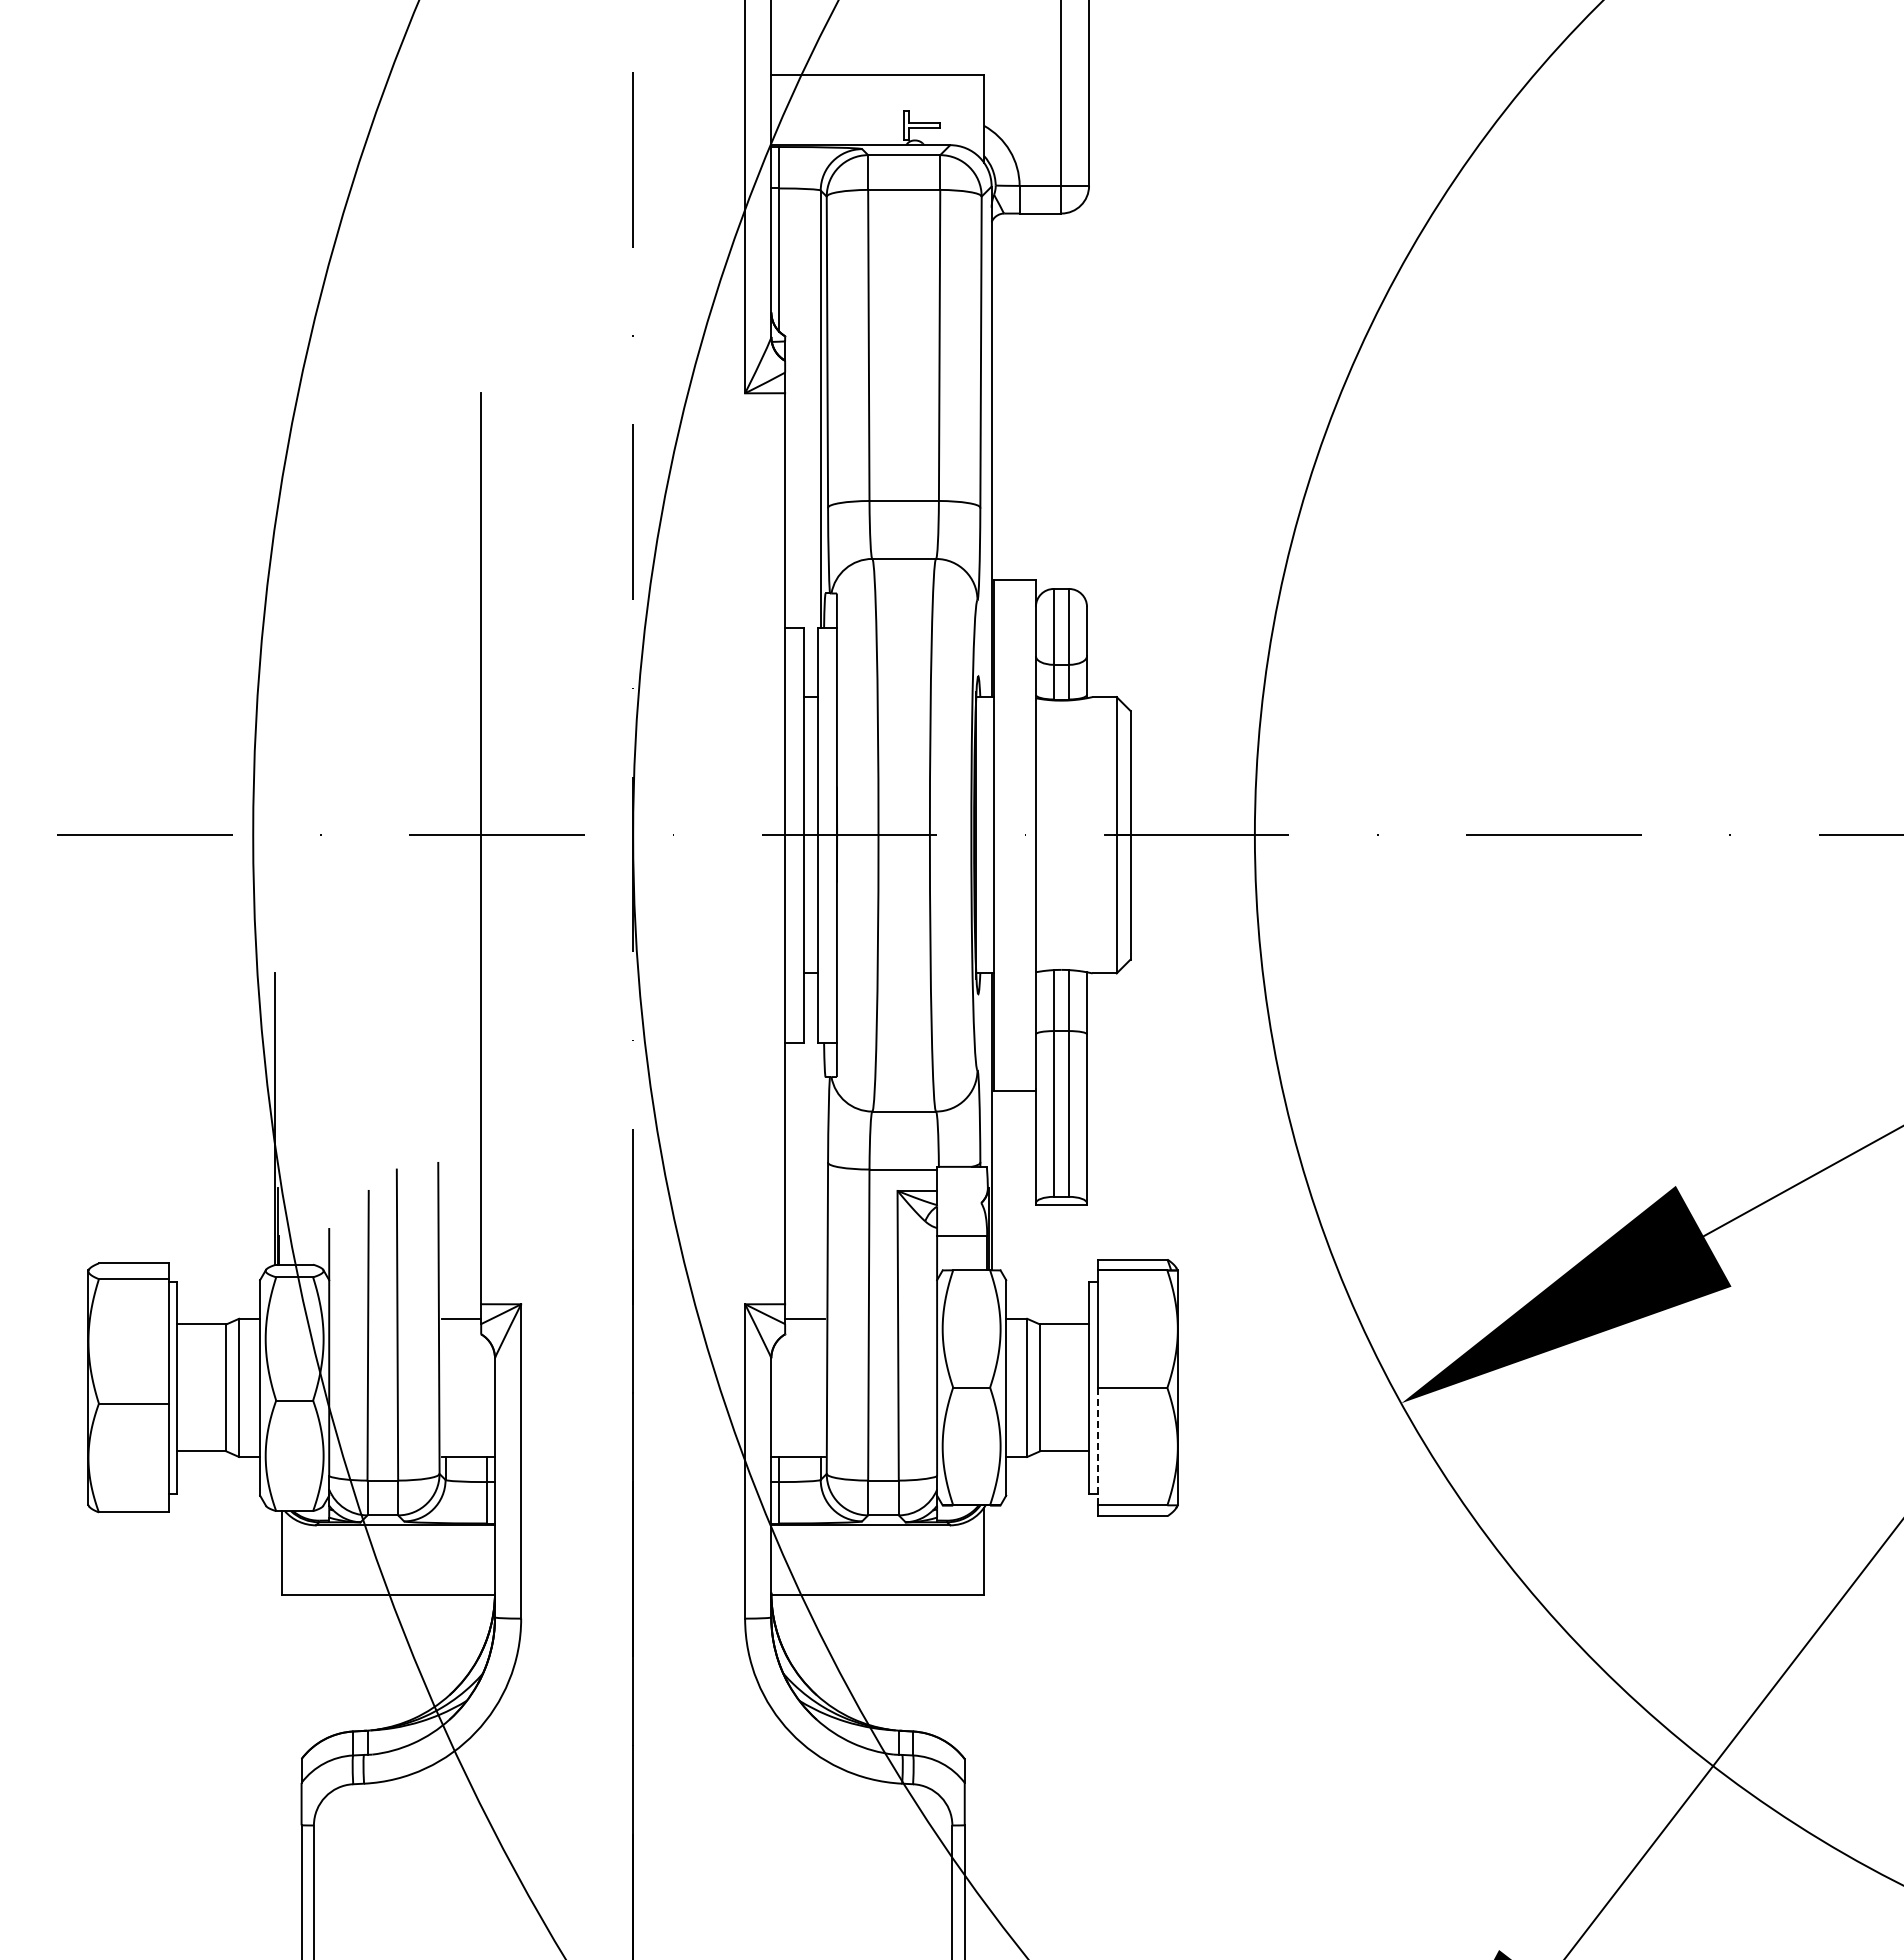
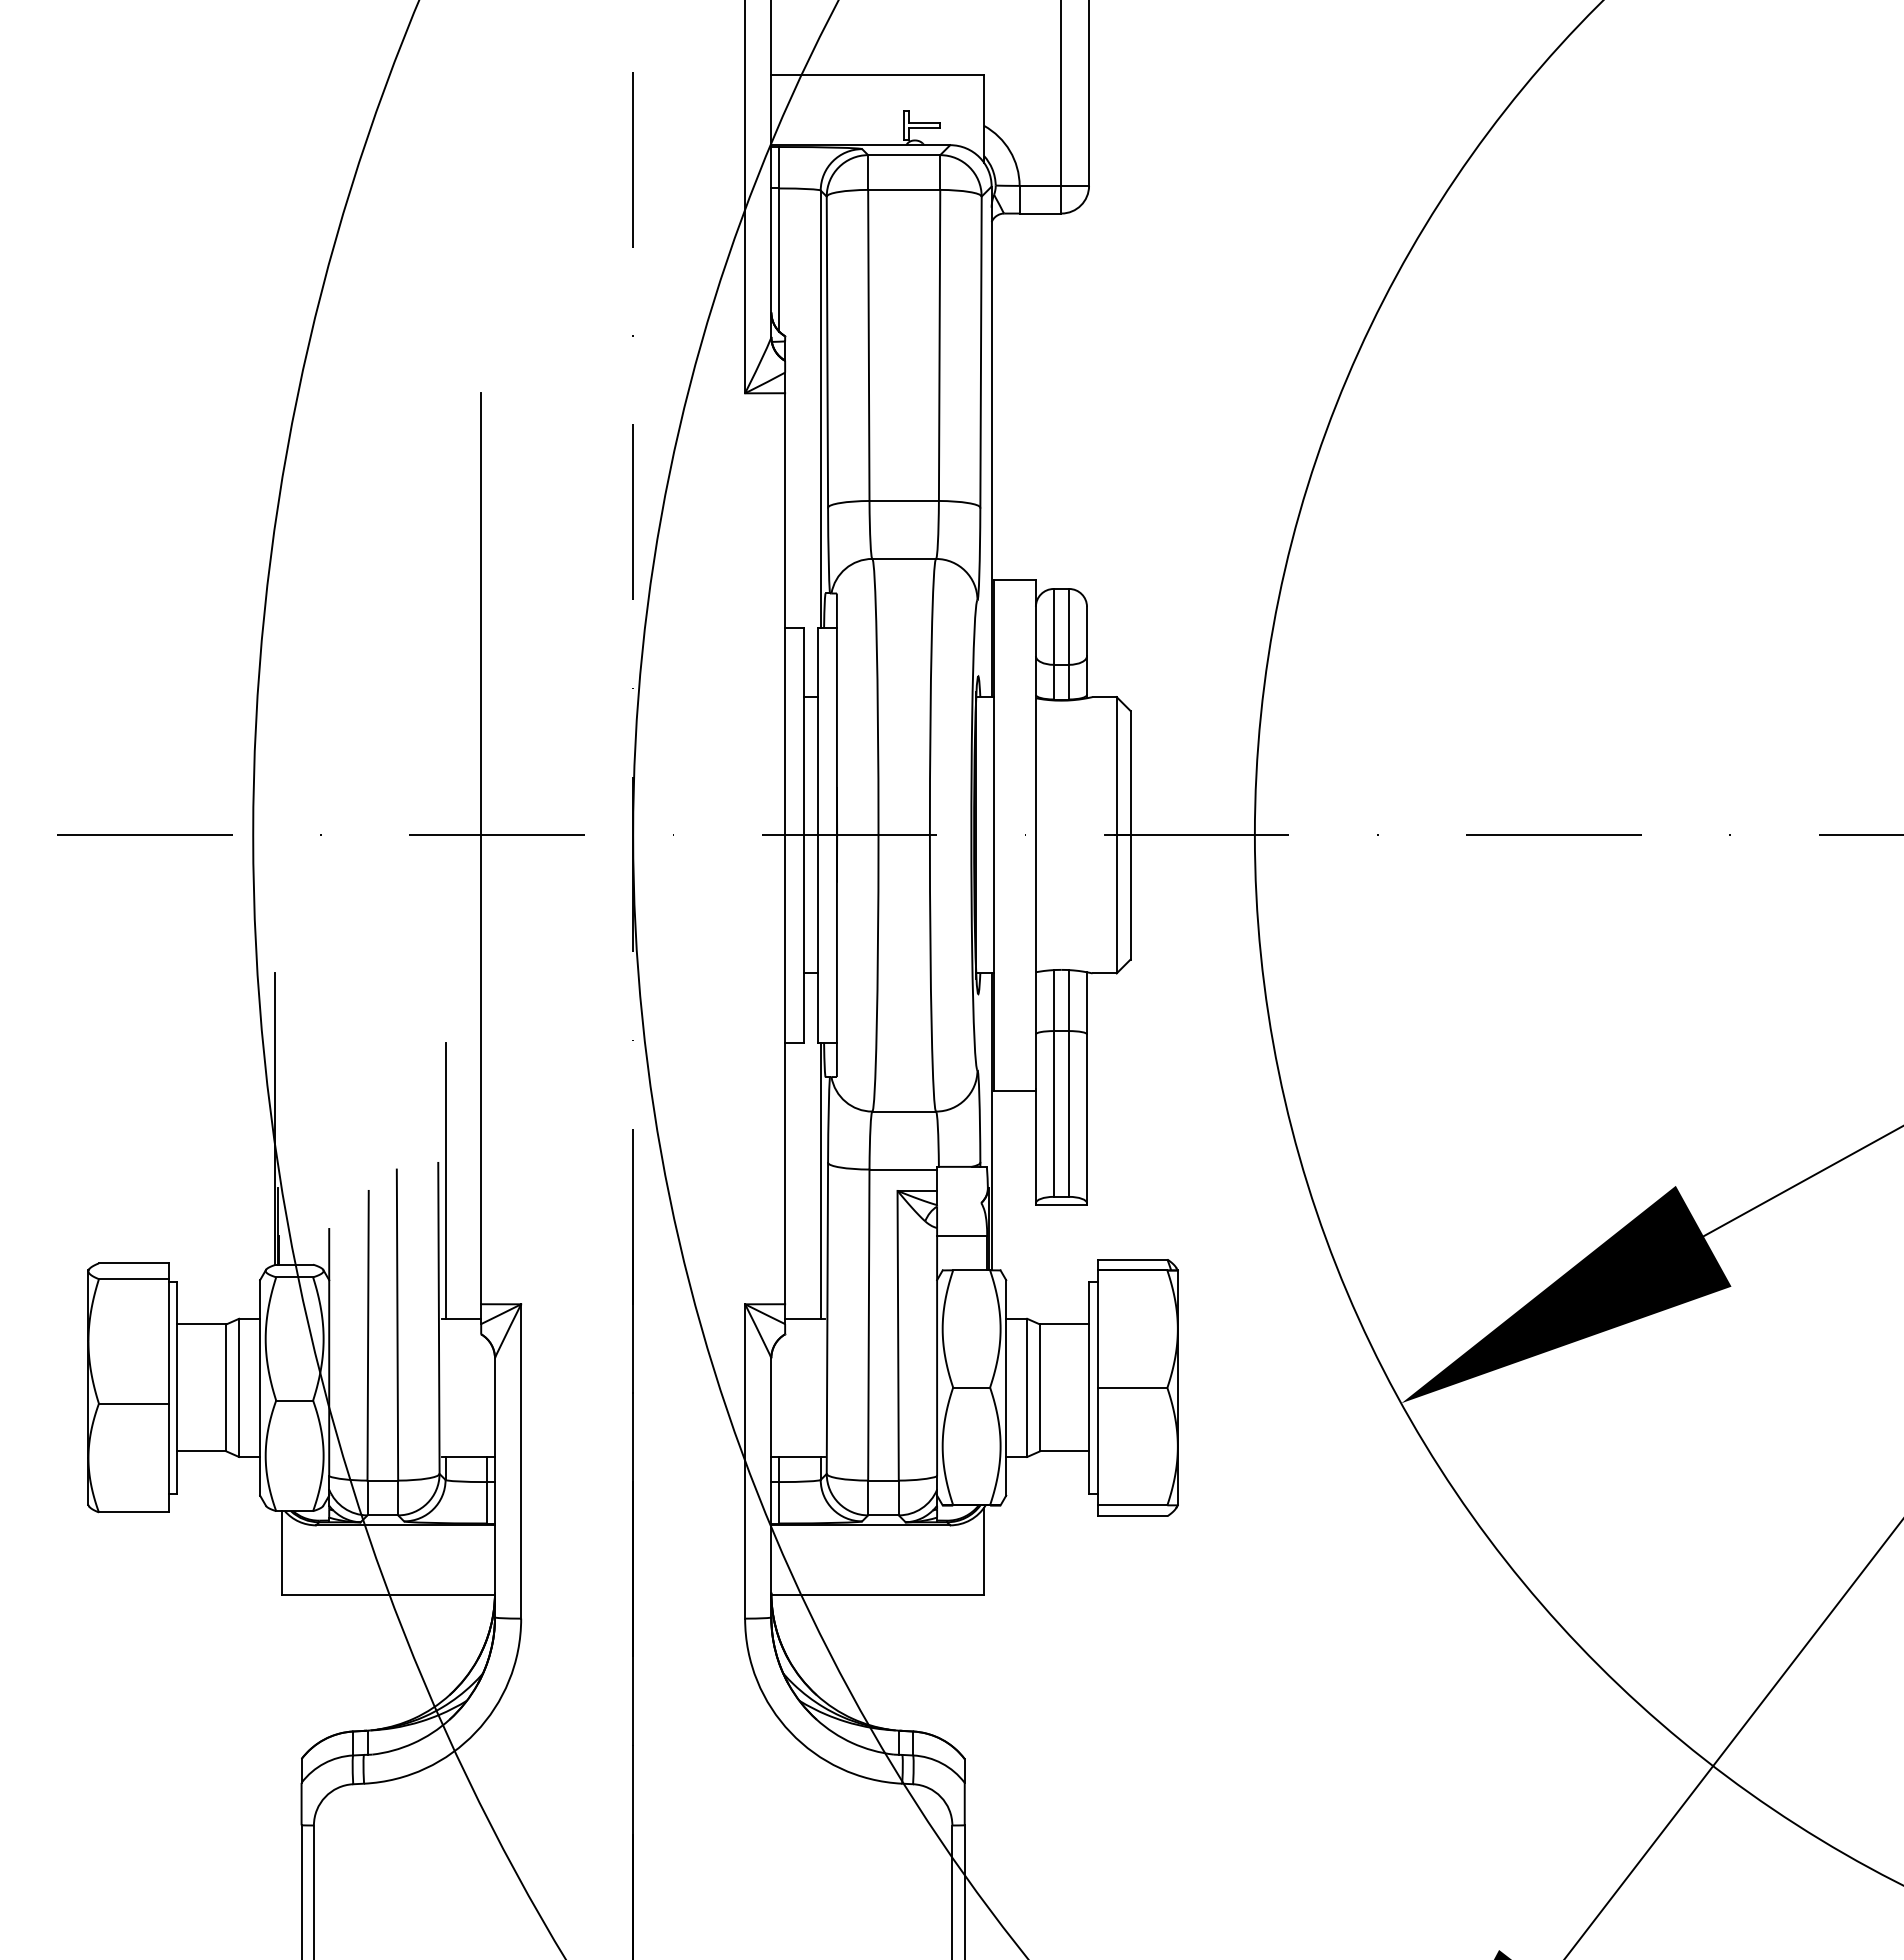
line at (445, 1180): none -> present
line at (820, 1180): none -> present
line at (1097, 1446): dashed -> solid
